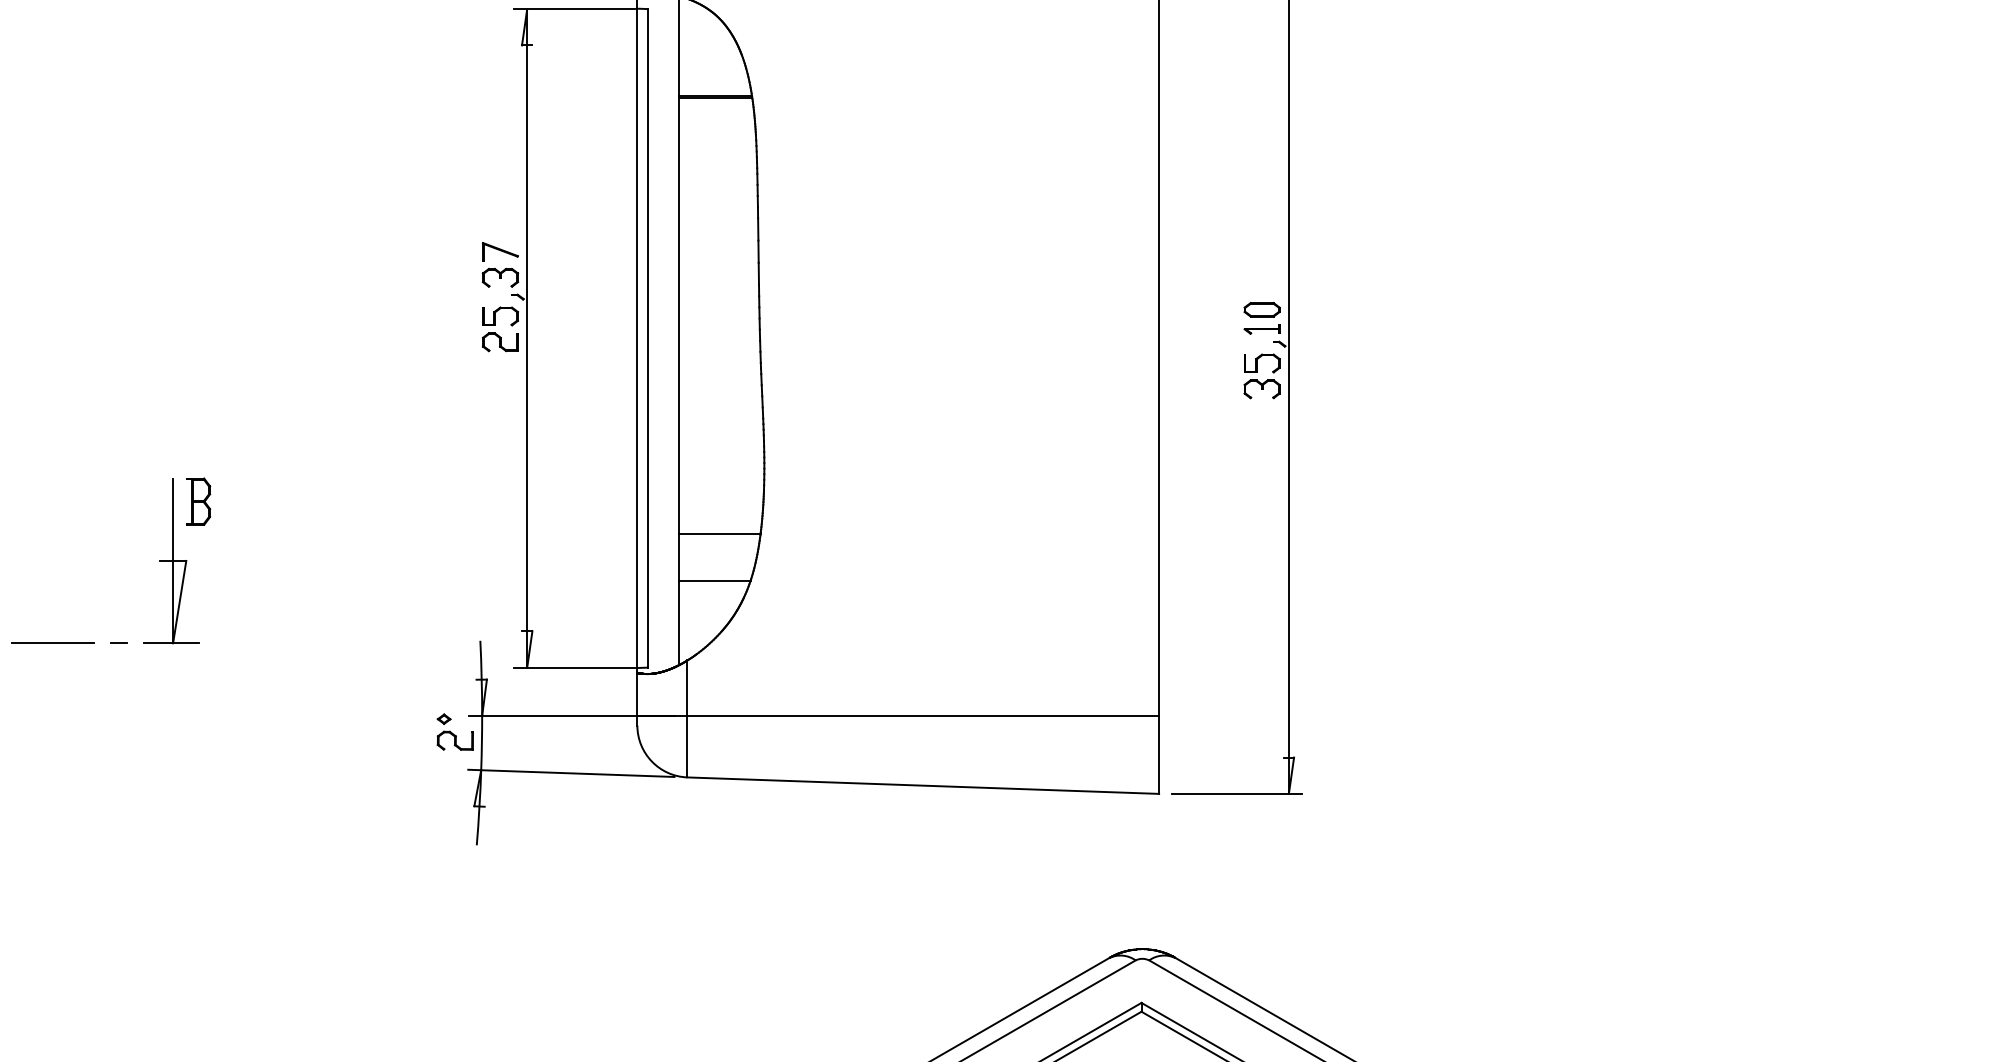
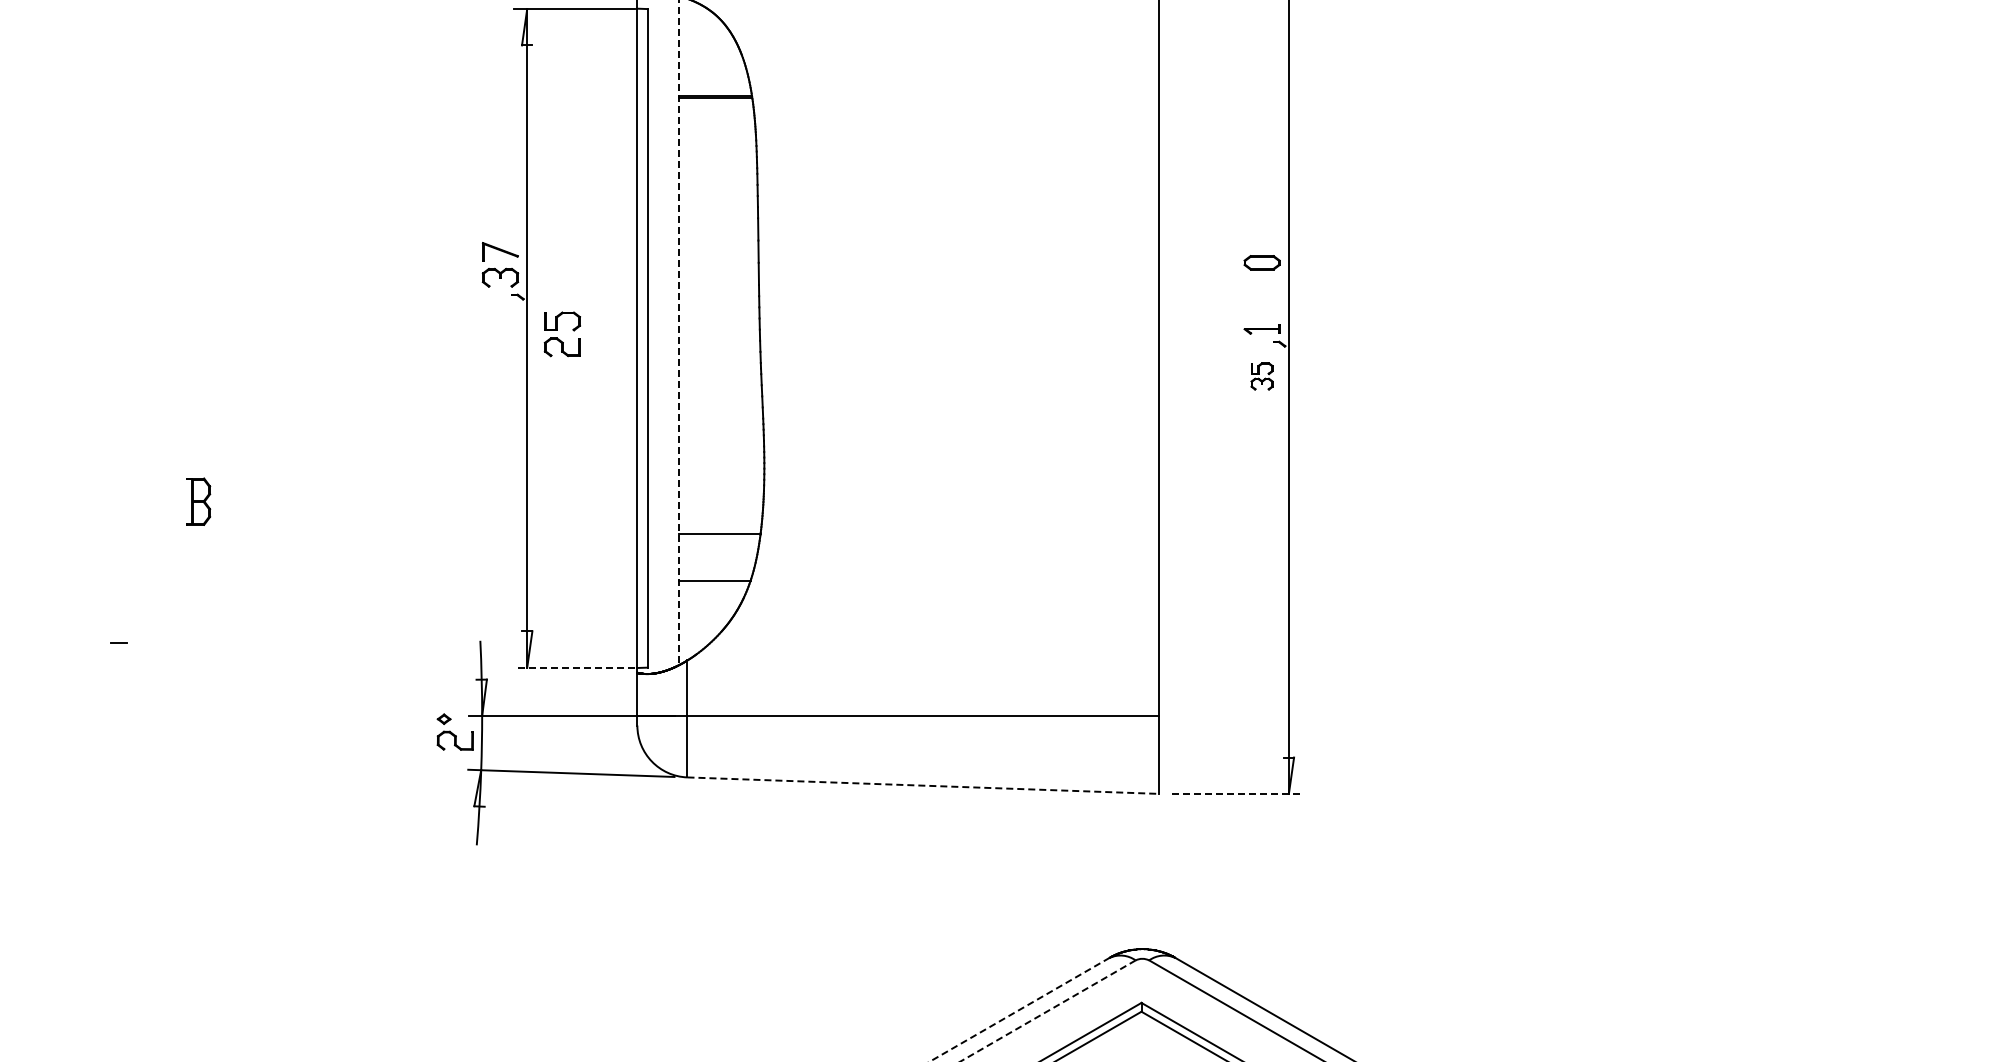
part at (1261, 309) position: (1261, 309) -> (1261, 262)
part at (499, 329) position: (499, 329) -> (561, 334)
line at (678, 332): solid -> dashed
part at (1261, 376) size: 38x47 px -> 24x29 px
part at (171, 561): present -> none
line at (52, 643): present -> none
line at (574, 667): solid -> dashed
line at (923, 785): solid -> dashed
line at (1236, 793): solid -> dashed
line at (1019, 1009): solid -> dashed
line at (1047, 1011): solid -> dashed
